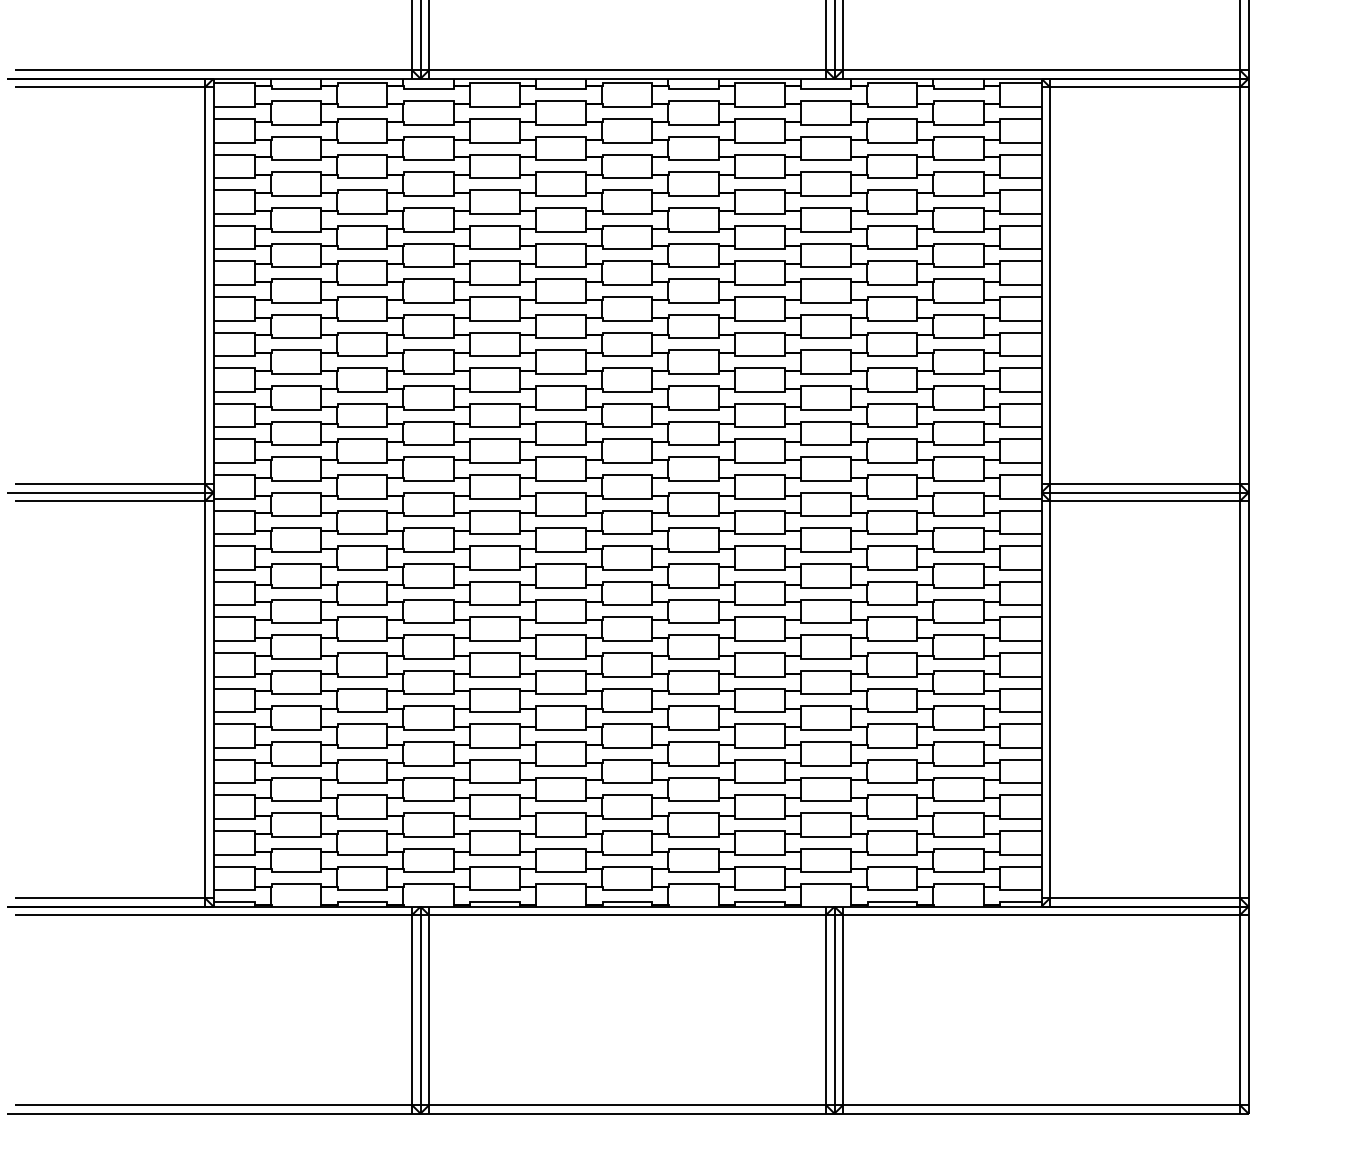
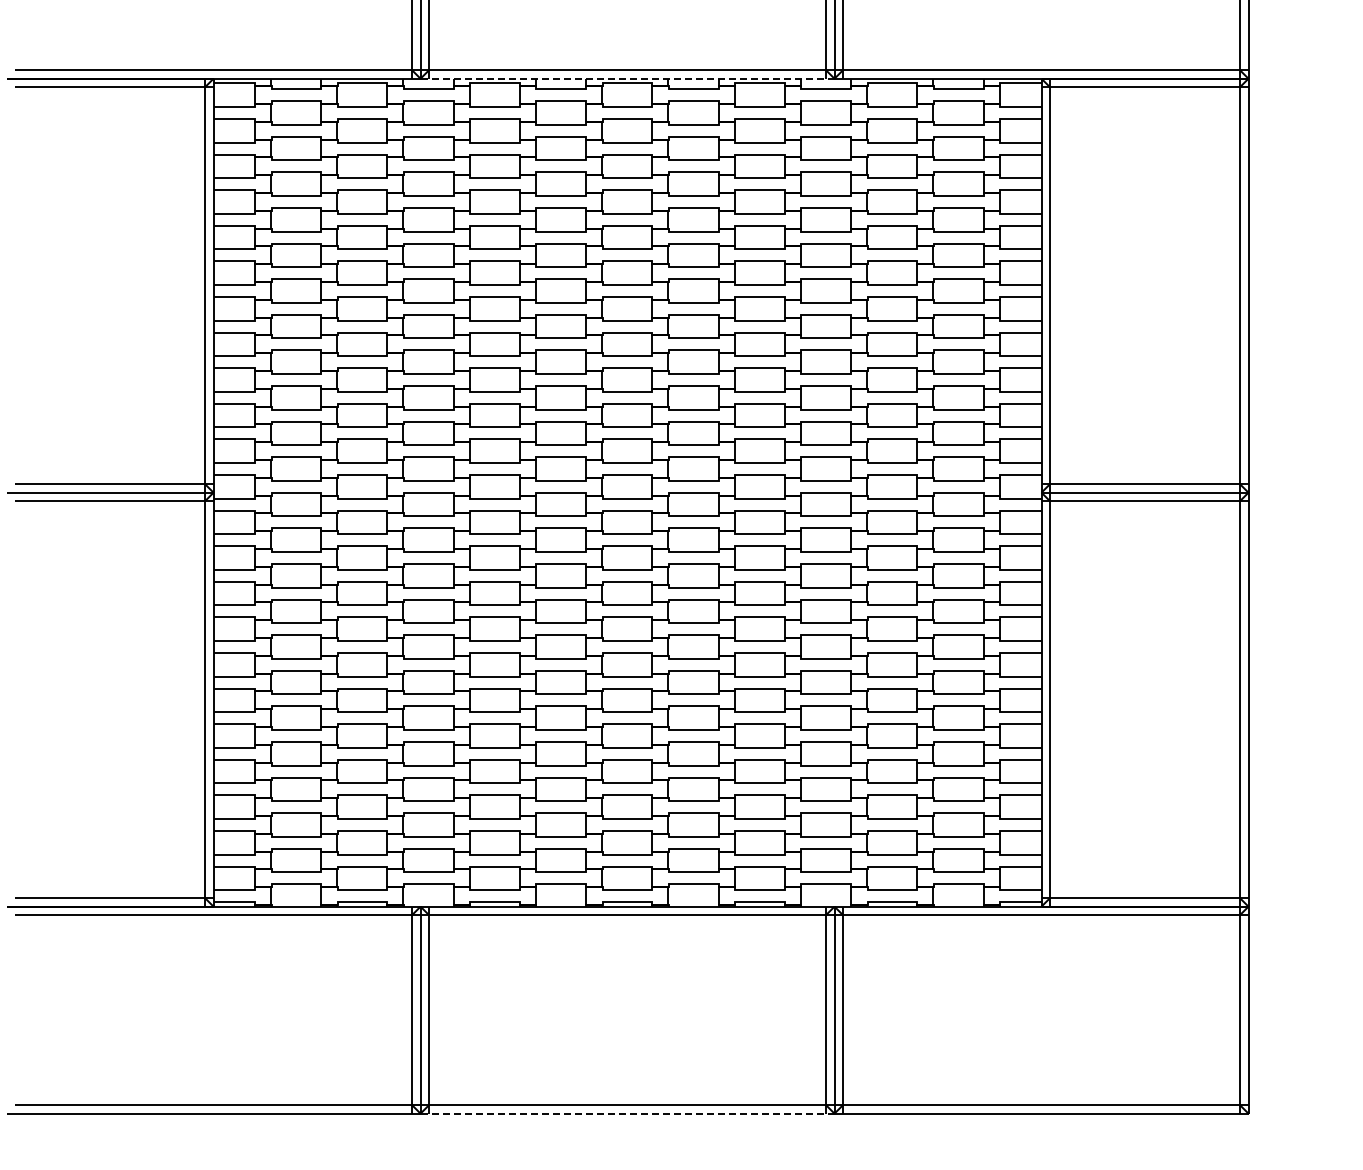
line at (627, 78): solid -> dashed
line at (627, 1113): solid -> dashed
